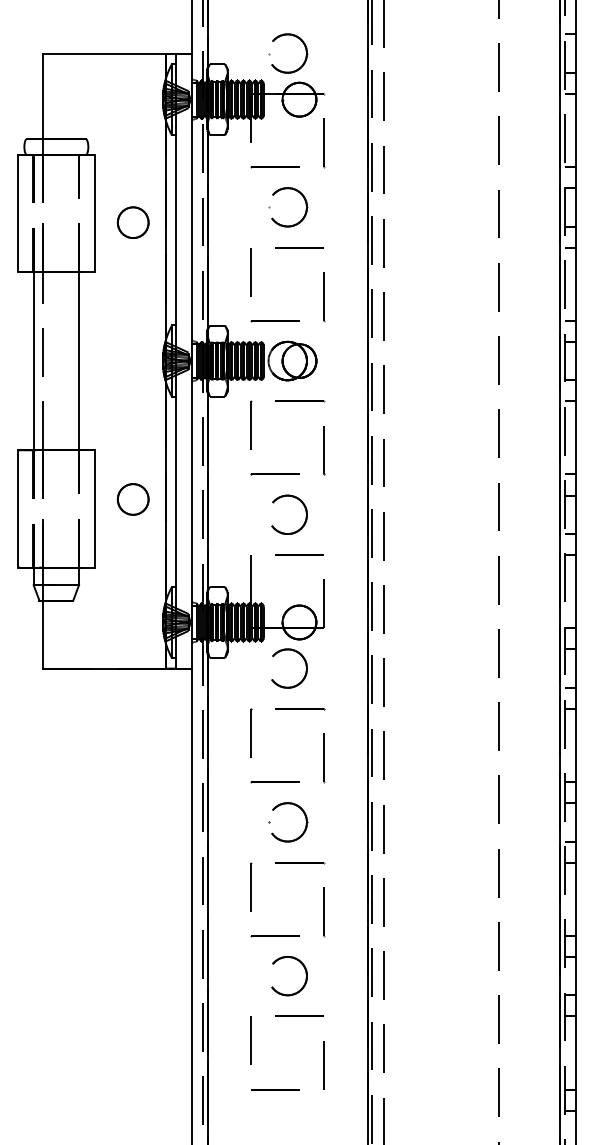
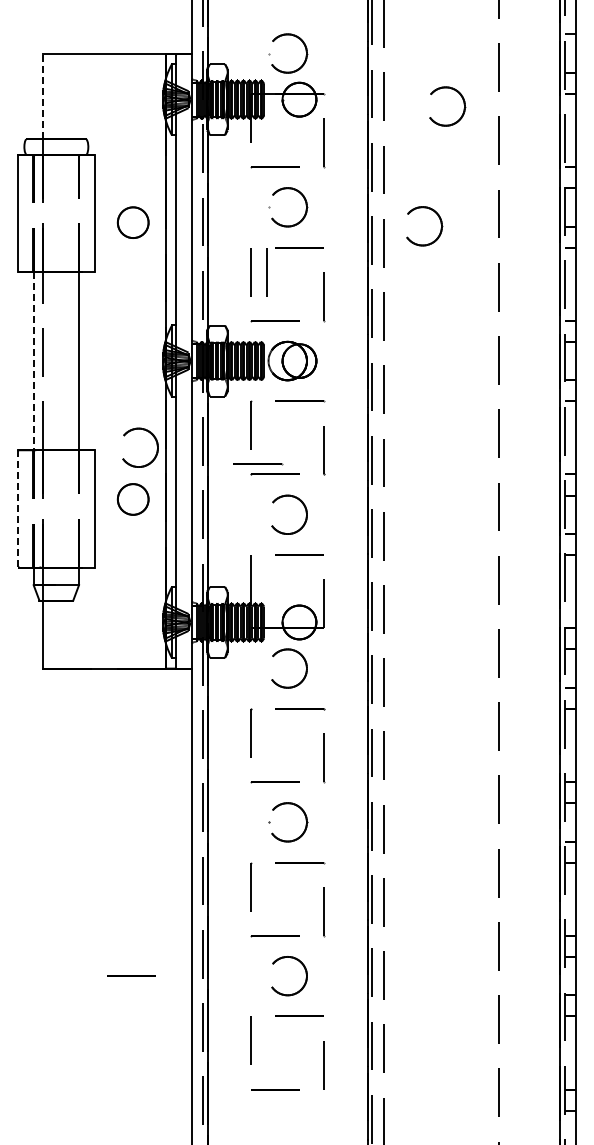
line at (43, 96): solid -> dashed
part at (463, 104): none -> present
part at (440, 224): none -> present
line at (266, 272): none -> present
line at (33, 361): solid -> dashed
part at (154, 439): none -> present
line at (258, 464): none -> present
line at (17, 508): solid -> dashed
line at (131, 975): none -> present
